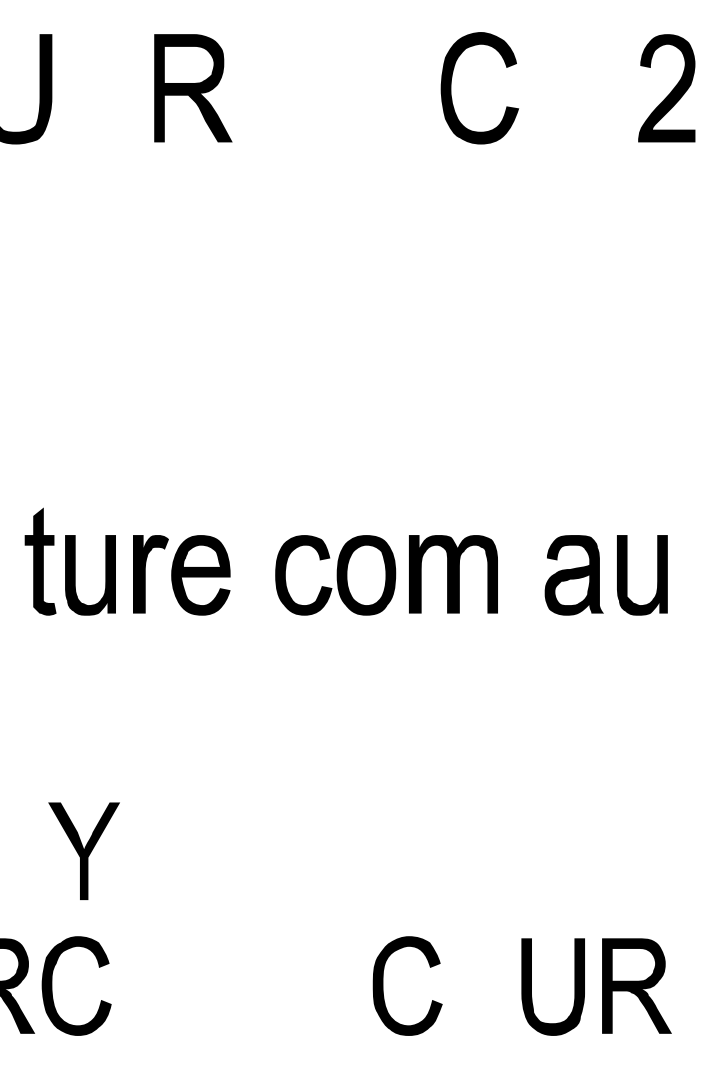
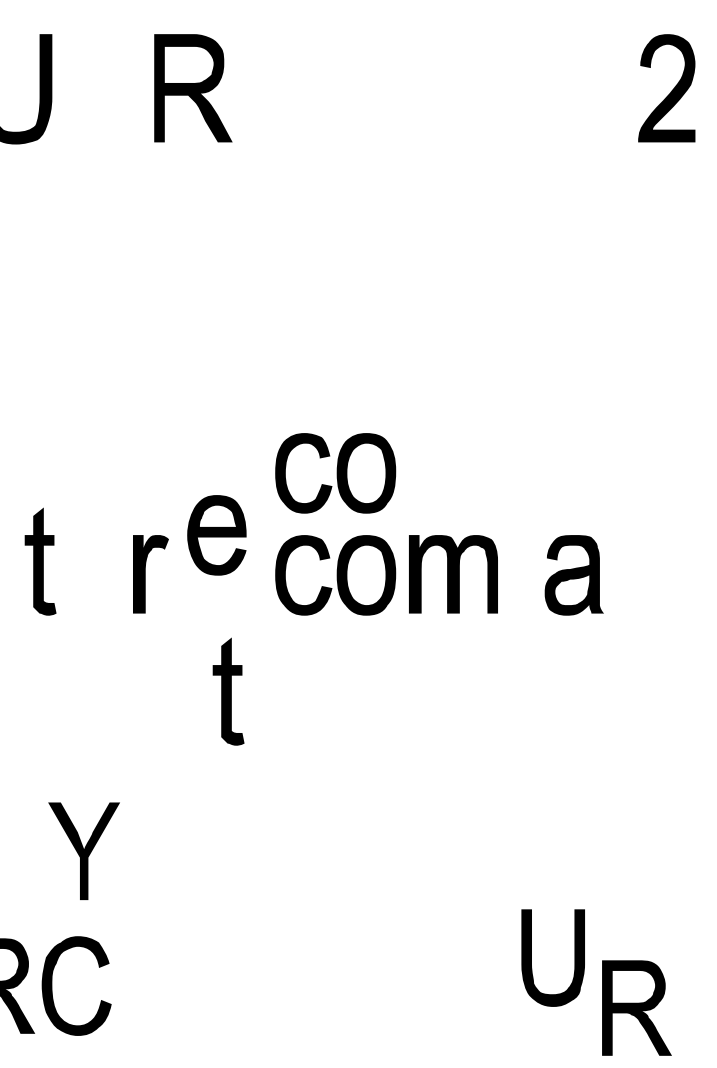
part at (451, 88): present -> none
part at (335, 473): none -> present
fill at (90, 575): present -> none
part at (200, 575) position: (200, 575) -> (216, 535)
fill at (641, 575): present -> none
part at (228, 691): none -> present
fill at (407, 985): present -> none
part at (636, 985) position: (636, 985) -> (636, 1007)
part at (531, 986) position: (531, 986) -> (531, 957)
